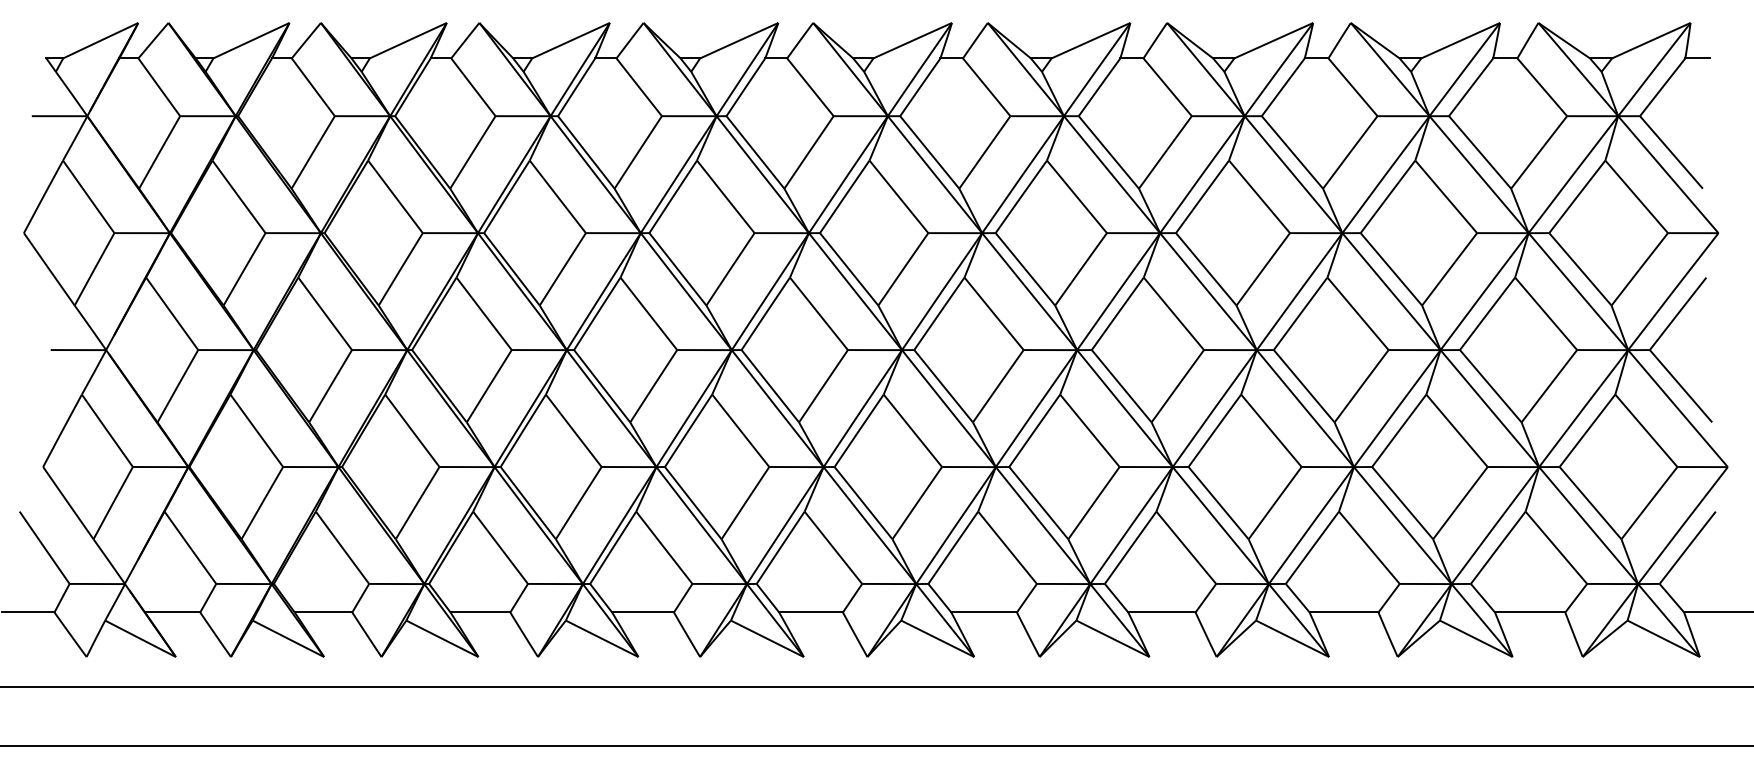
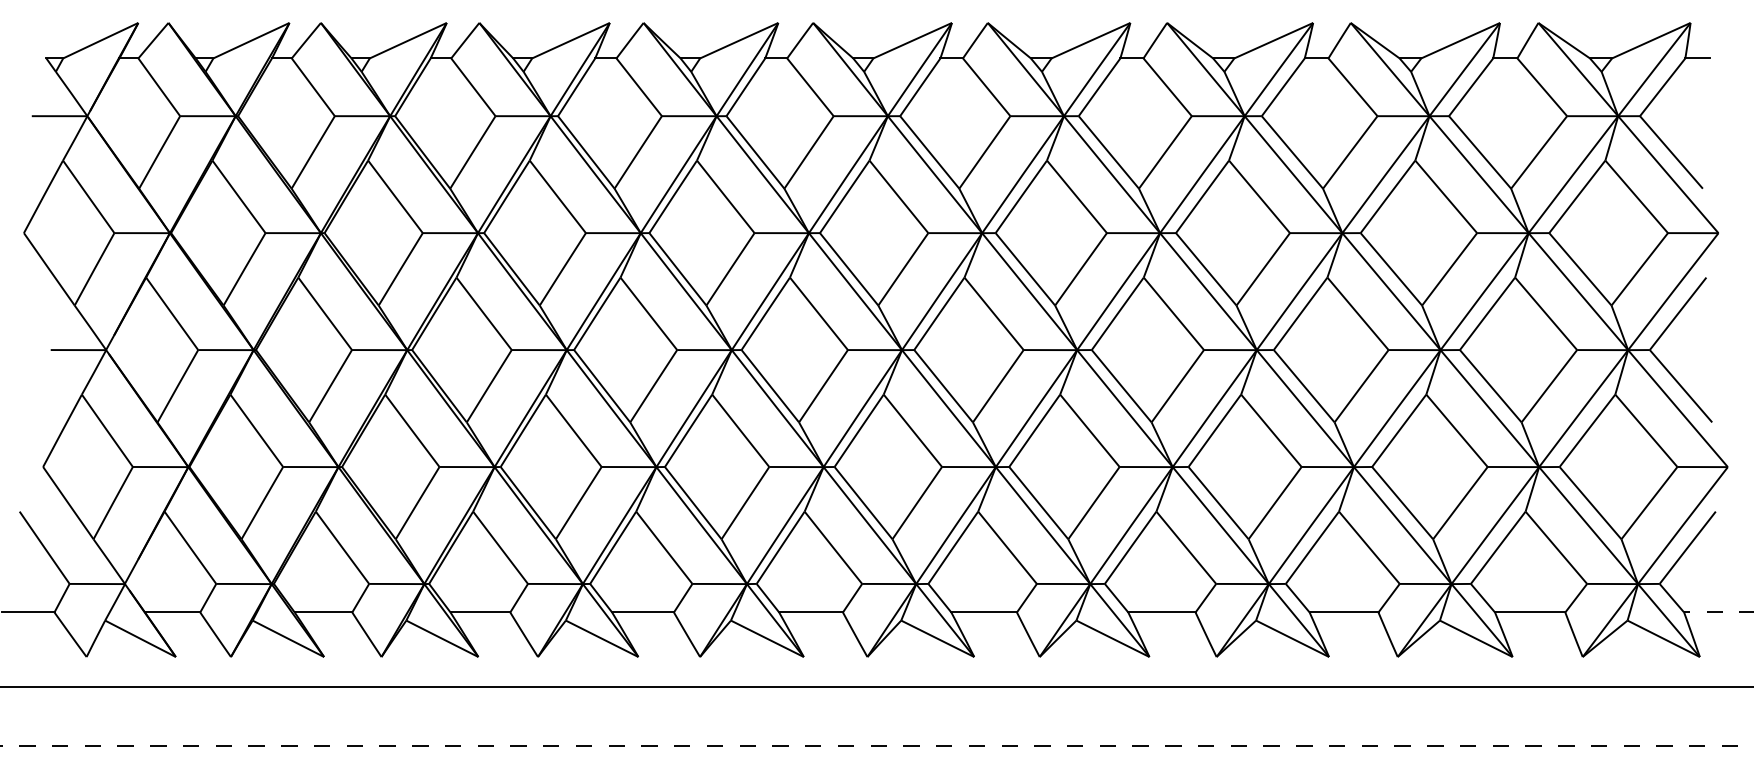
line at (1718, 612): solid -> dashed
line at (876, 746): solid -> dashed
